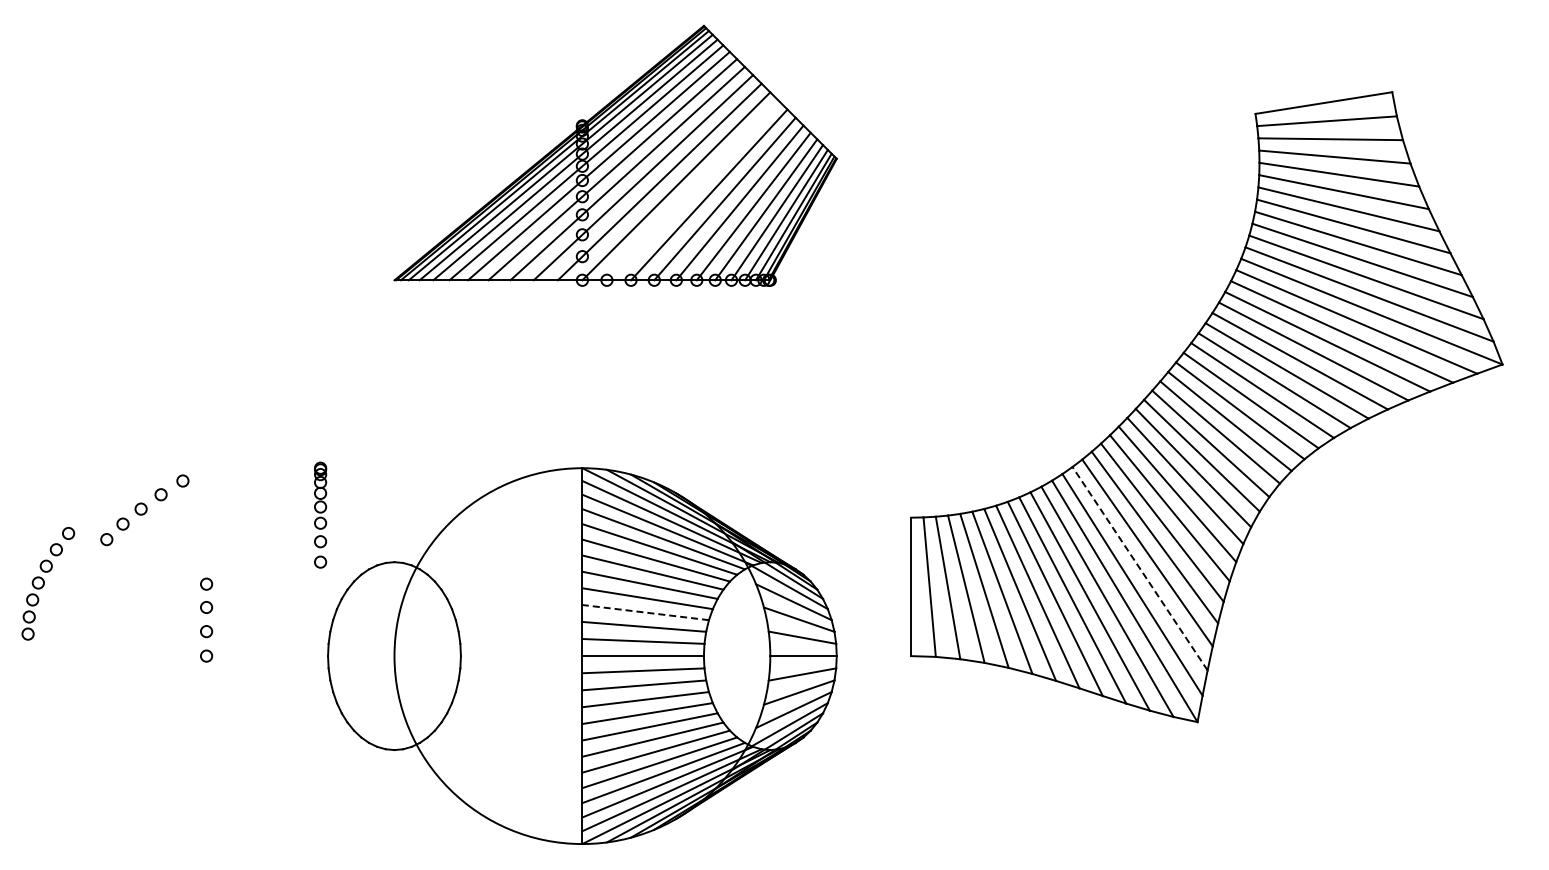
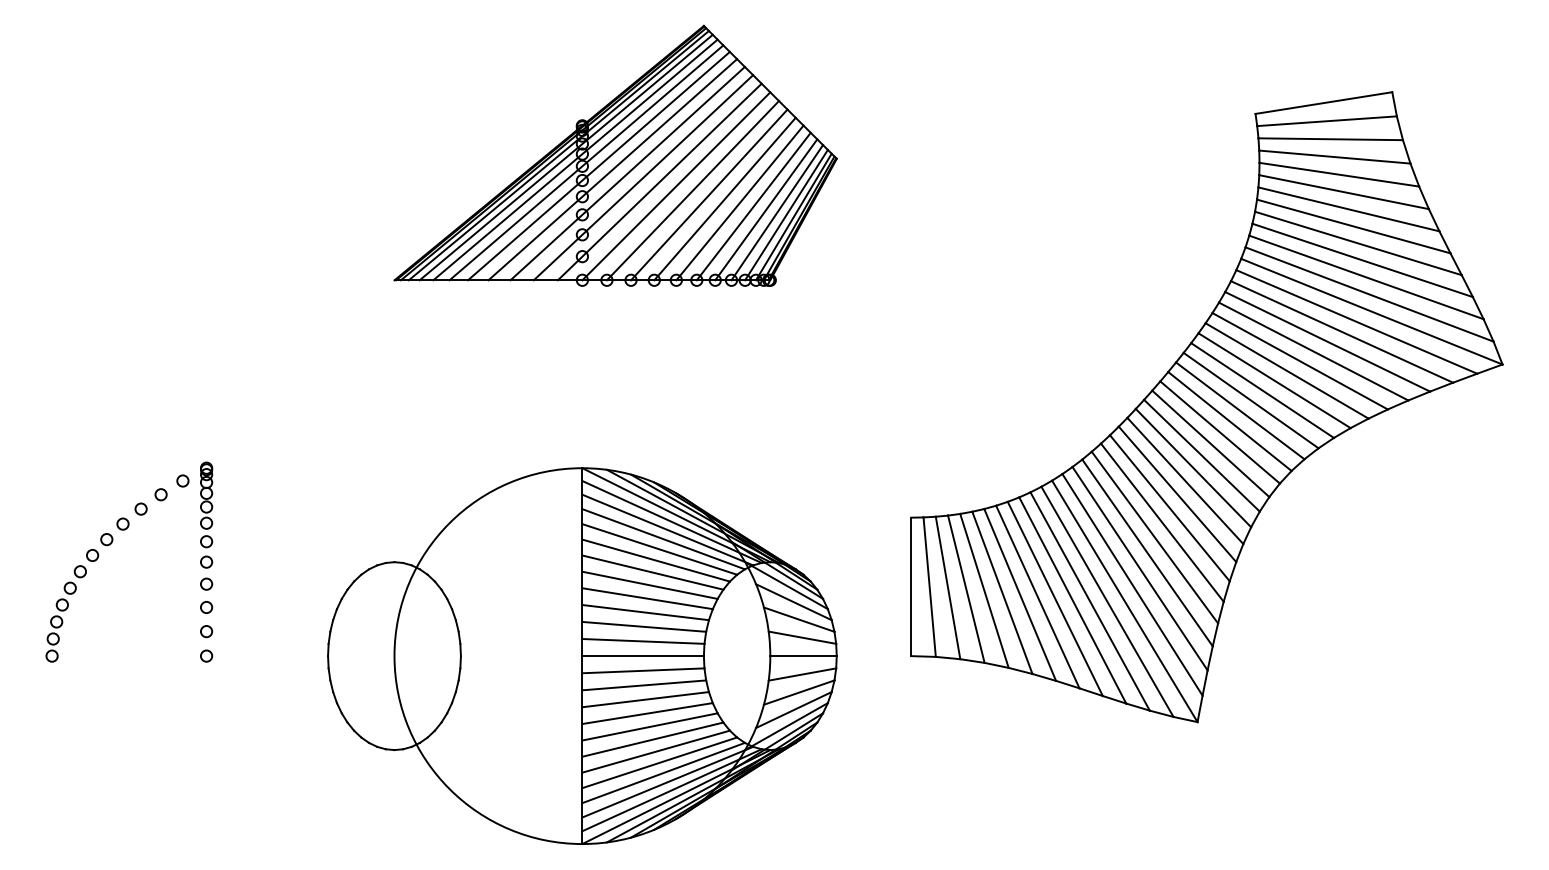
line at (692, 190): none -> present
part at (320, 514) position: (320, 514) -> (206, 514)
line at (1139, 568): dashed -> solid
part at (48, 583) position: (48, 583) -> (72, 605)
line at (645, 612): dashed -> solid
